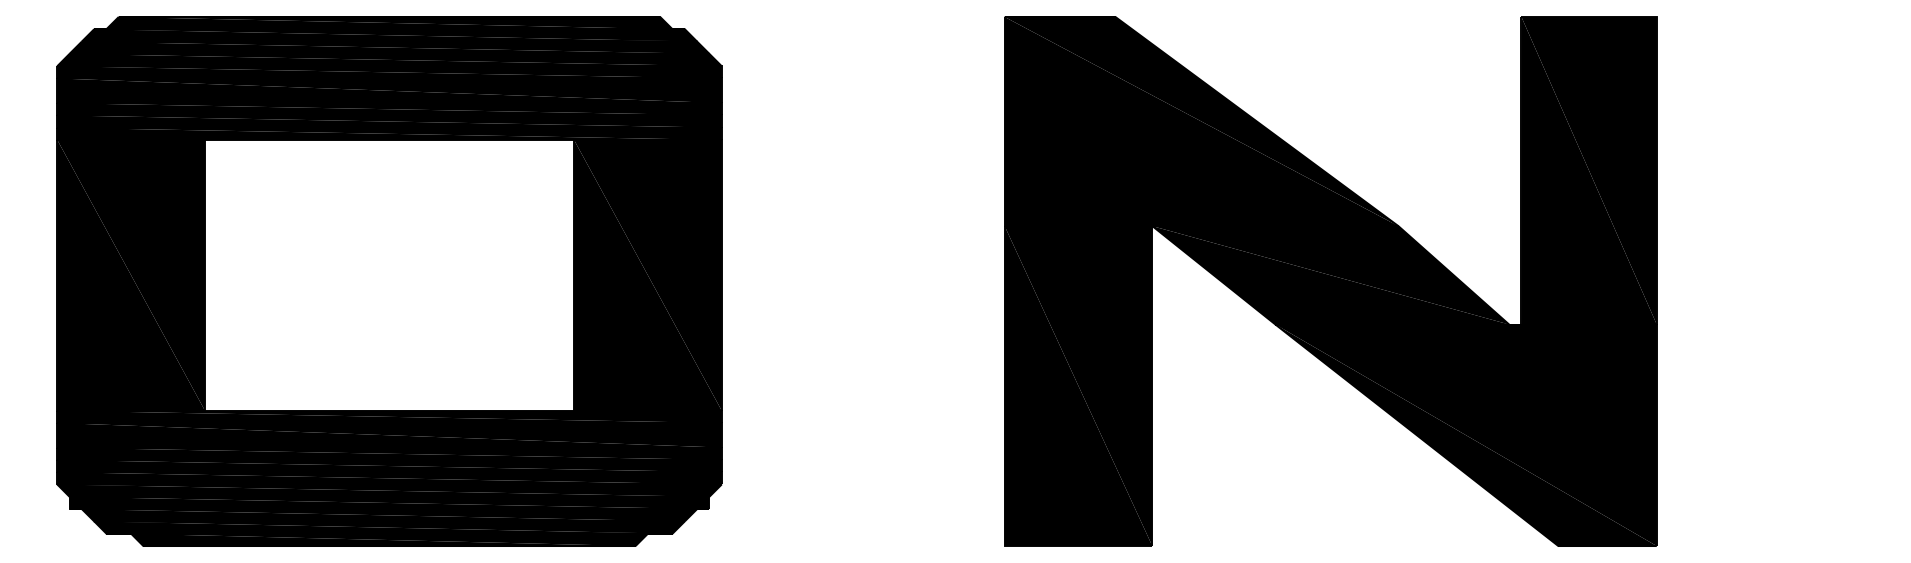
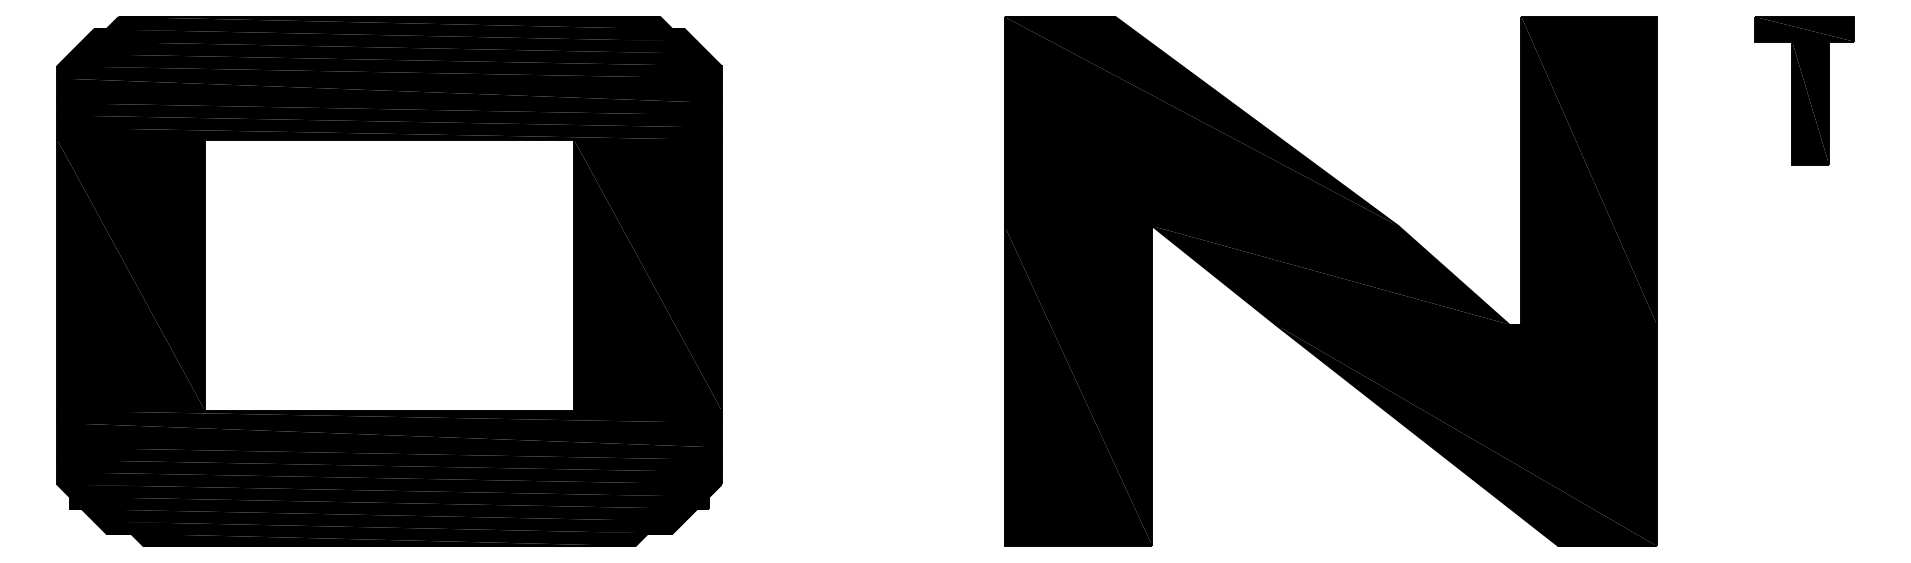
part at (1804, 90): none -> present
